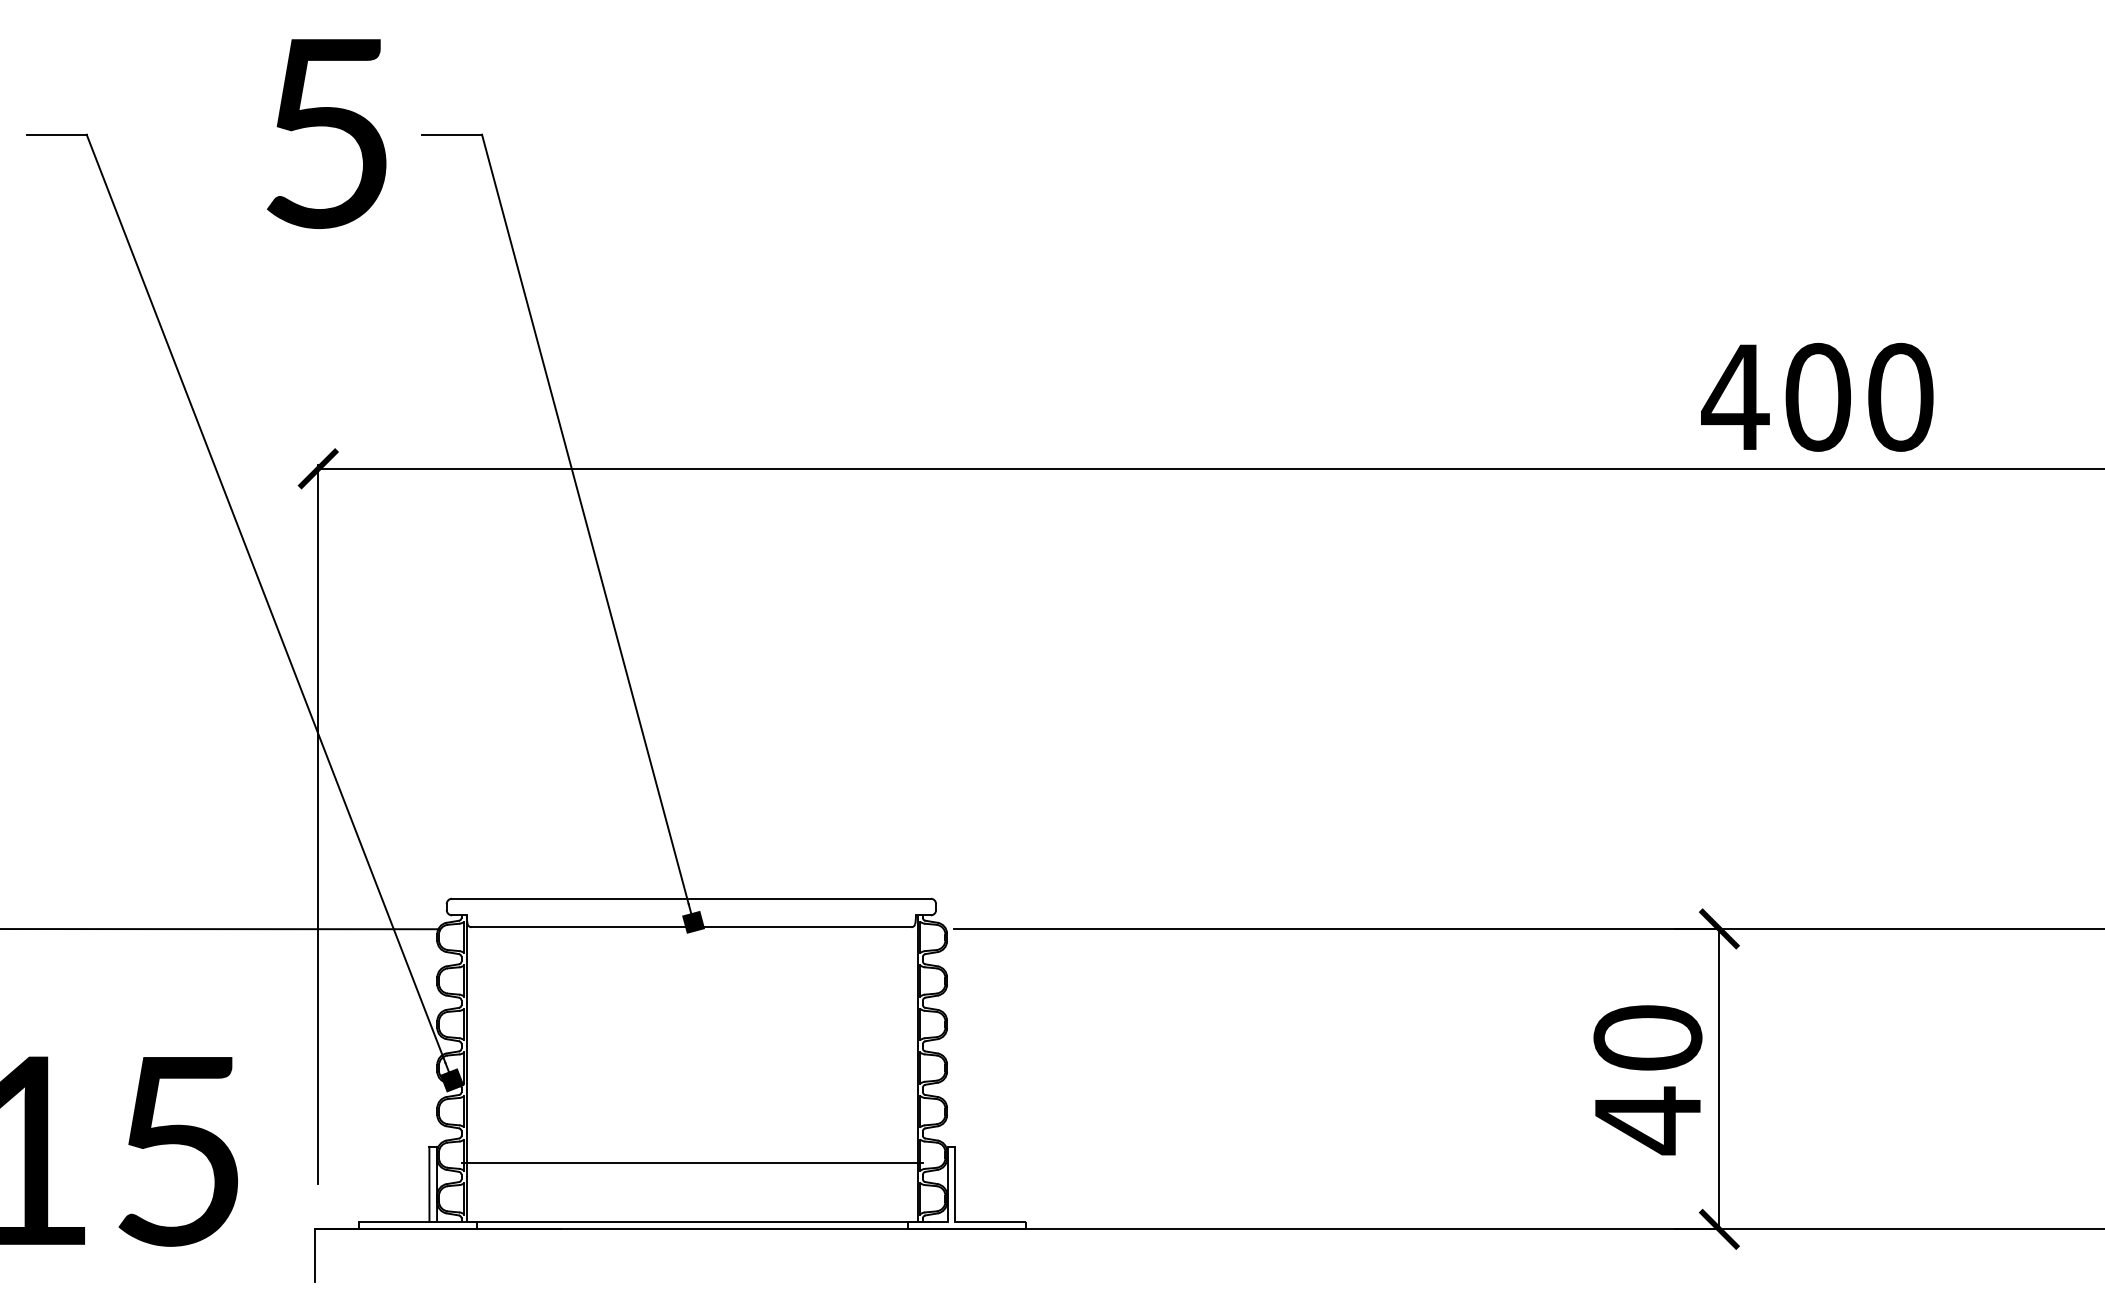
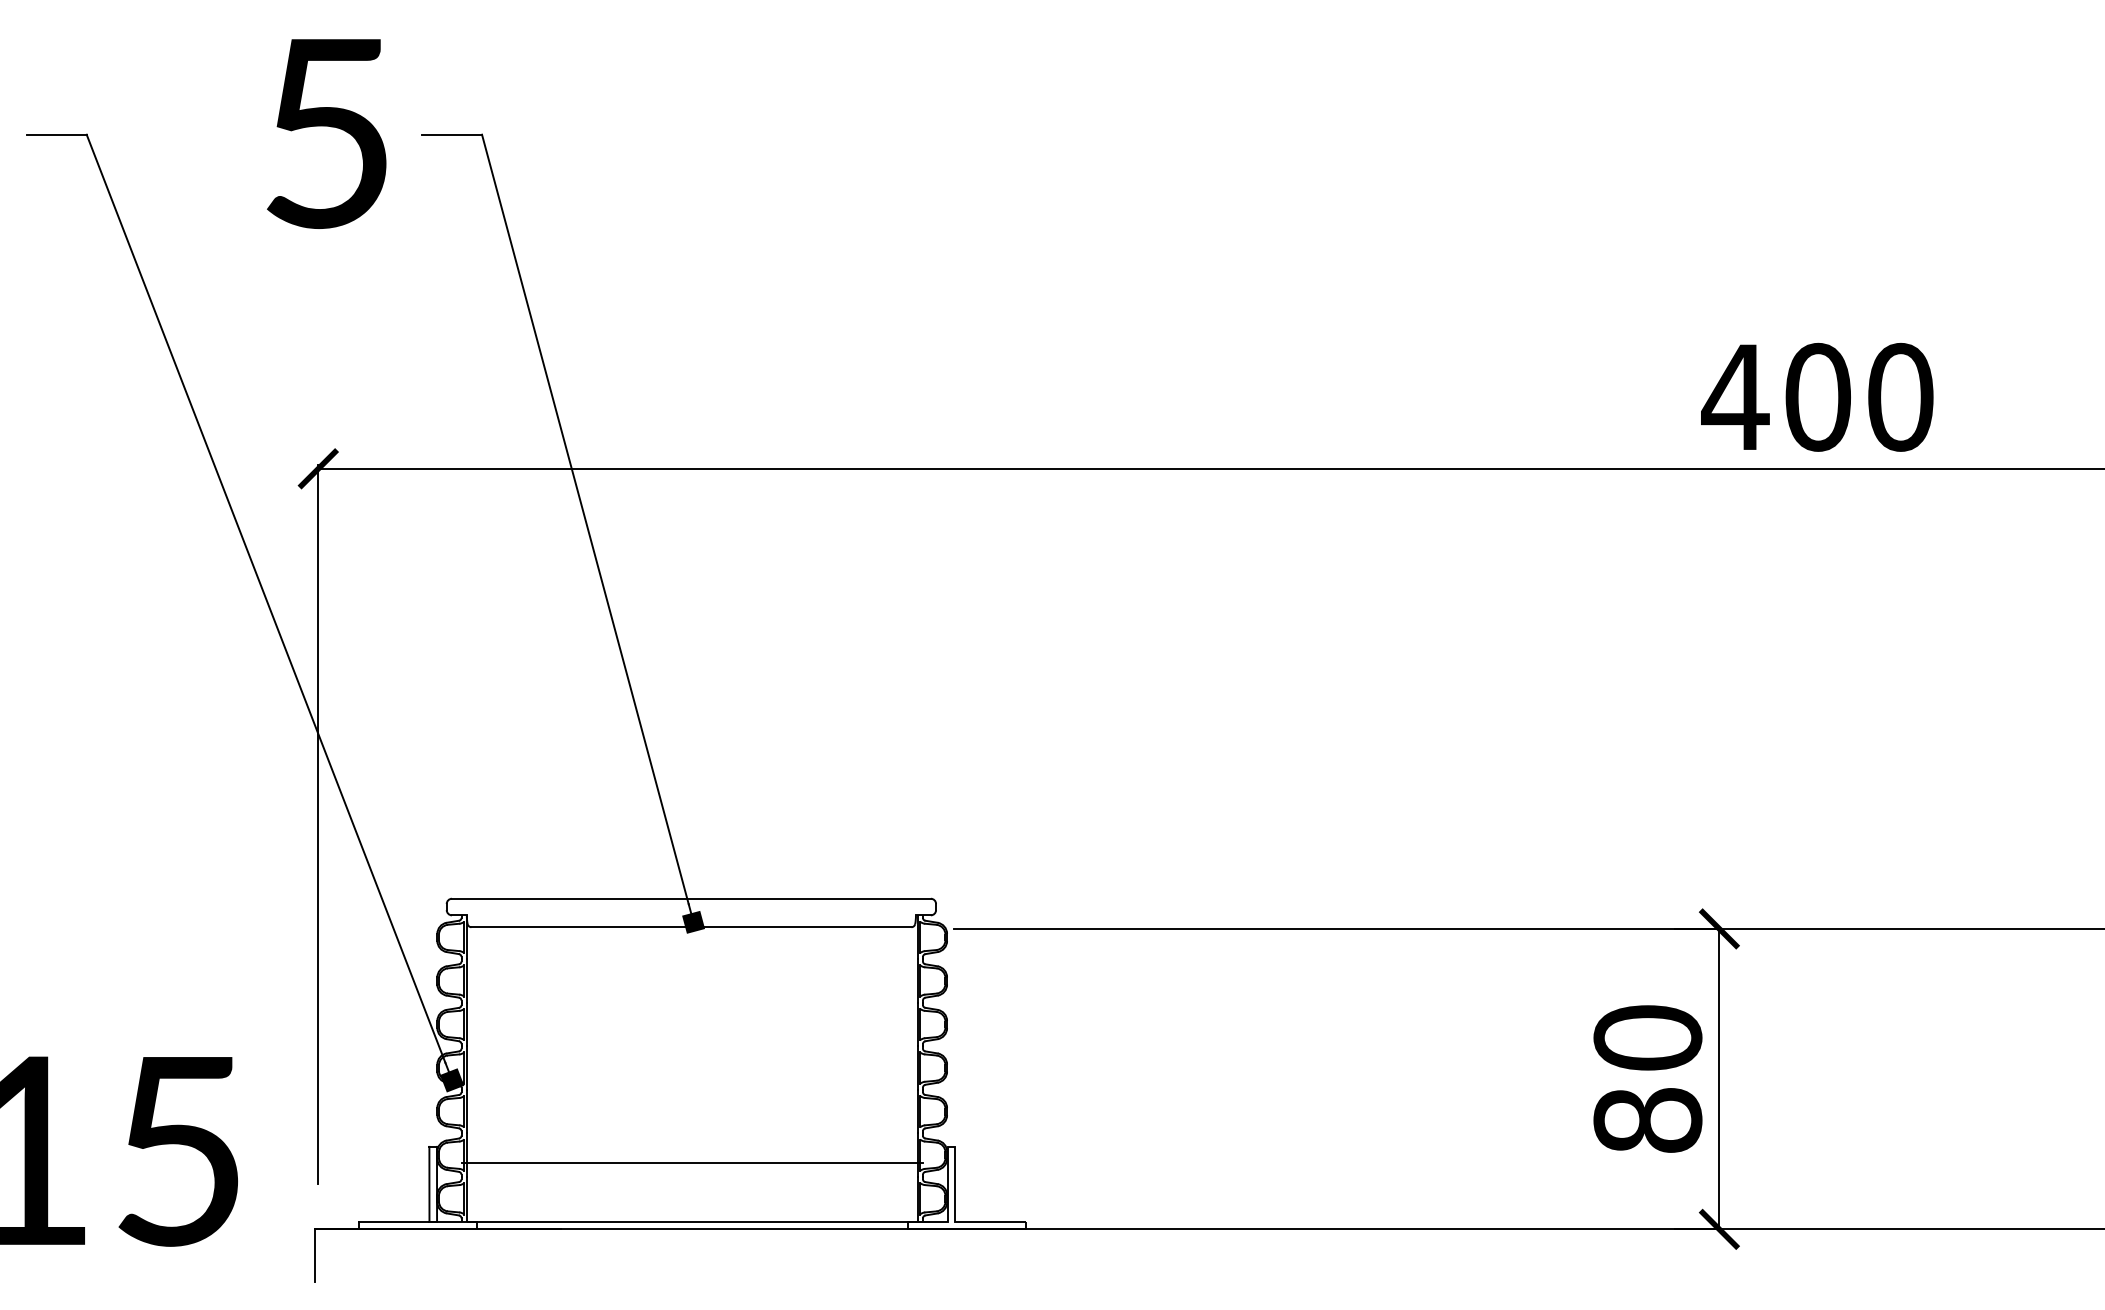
line at (220, 929): present -> none
text at (1647, 1120): 40 -> 80
